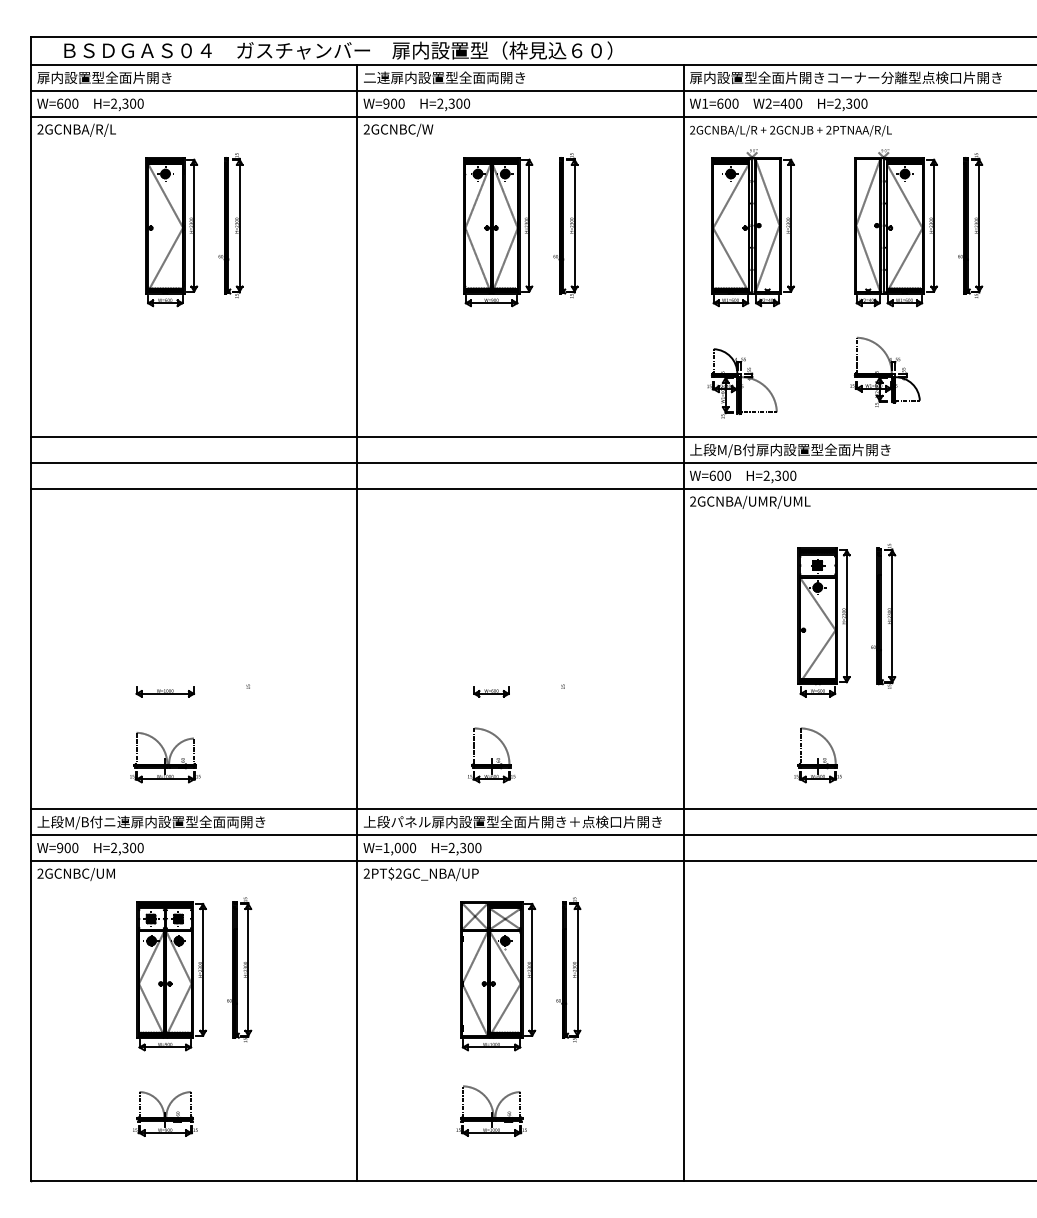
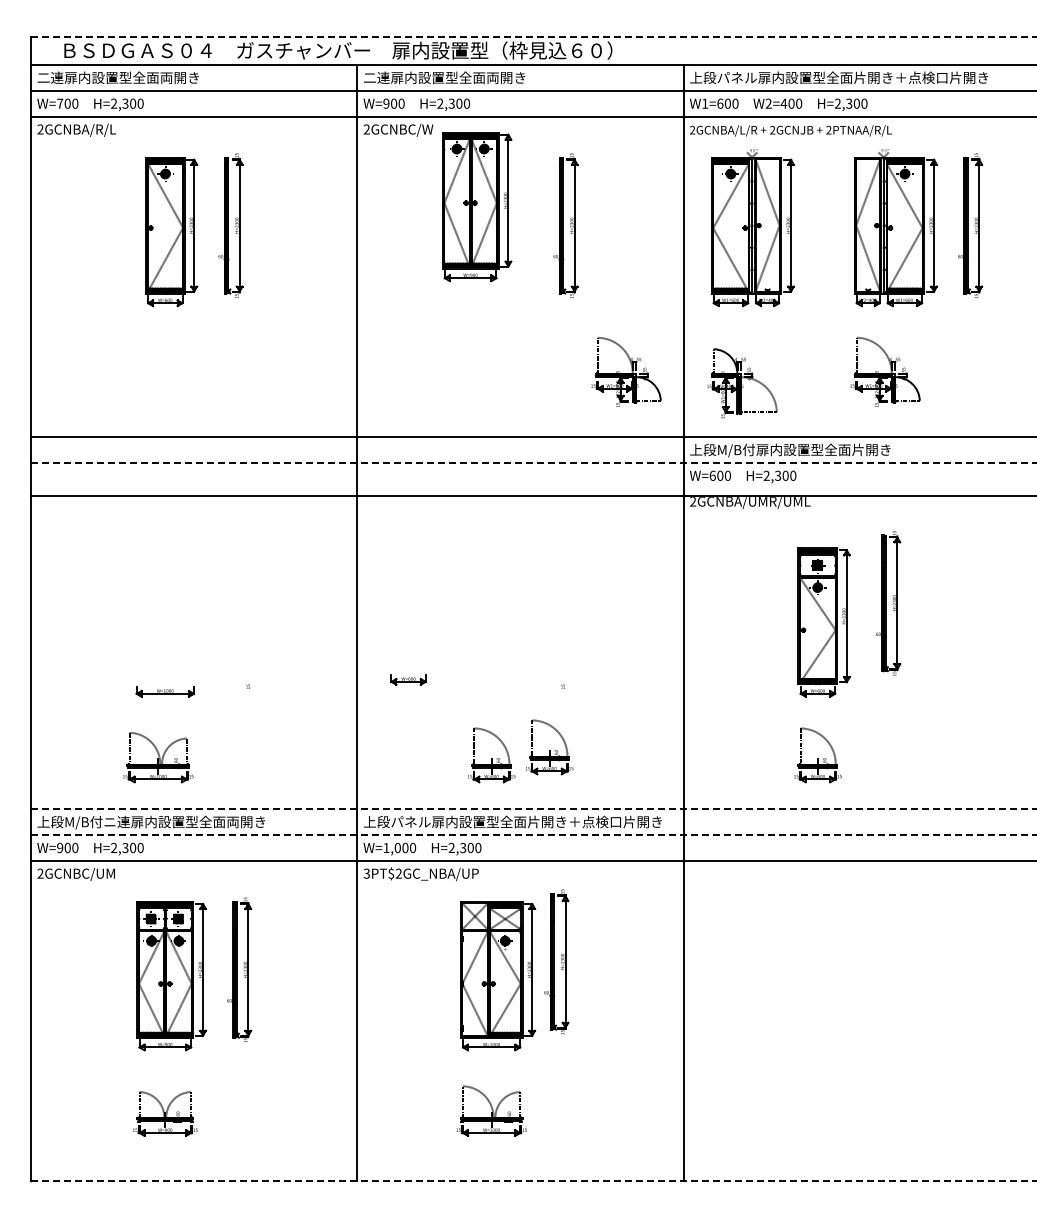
line at (534, 36): solid -> dashed
text at (117, 77): 扉内設置型全面片開き -> 二連扉内設置型全面両開き
text at (845, 77): 扉内設置型全面片開きコーナー分離型点検口片開き -> 上段パネル扉内設置型全面片開き＋点検口片開き
text at (60, 103): W=600 -> W=700
part at (498, 232) position: (498, 232) -> (477, 207)
part at (626, 371): none -> present
line at (533, 463): solid -> dashed
line at (532, 488) position: (532, 488) -> (532, 495)
part at (883, 615) position: (883, 615) -> (888, 602)
part at (491, 691) position: (491, 691) -> (408, 679)
part at (549, 747): none -> present
part at (165, 757) position: (165, 757) -> (158, 757)
line at (533, 809): solid -> dashed
line at (533, 835): solid -> dashed
text at (366, 873): 2PT$2GC_NBA/UP -> 3PT$2GC_NBA/UP
part at (568, 969) position: (568, 969) -> (556, 961)
line at (534, 1181): solid -> dashed
